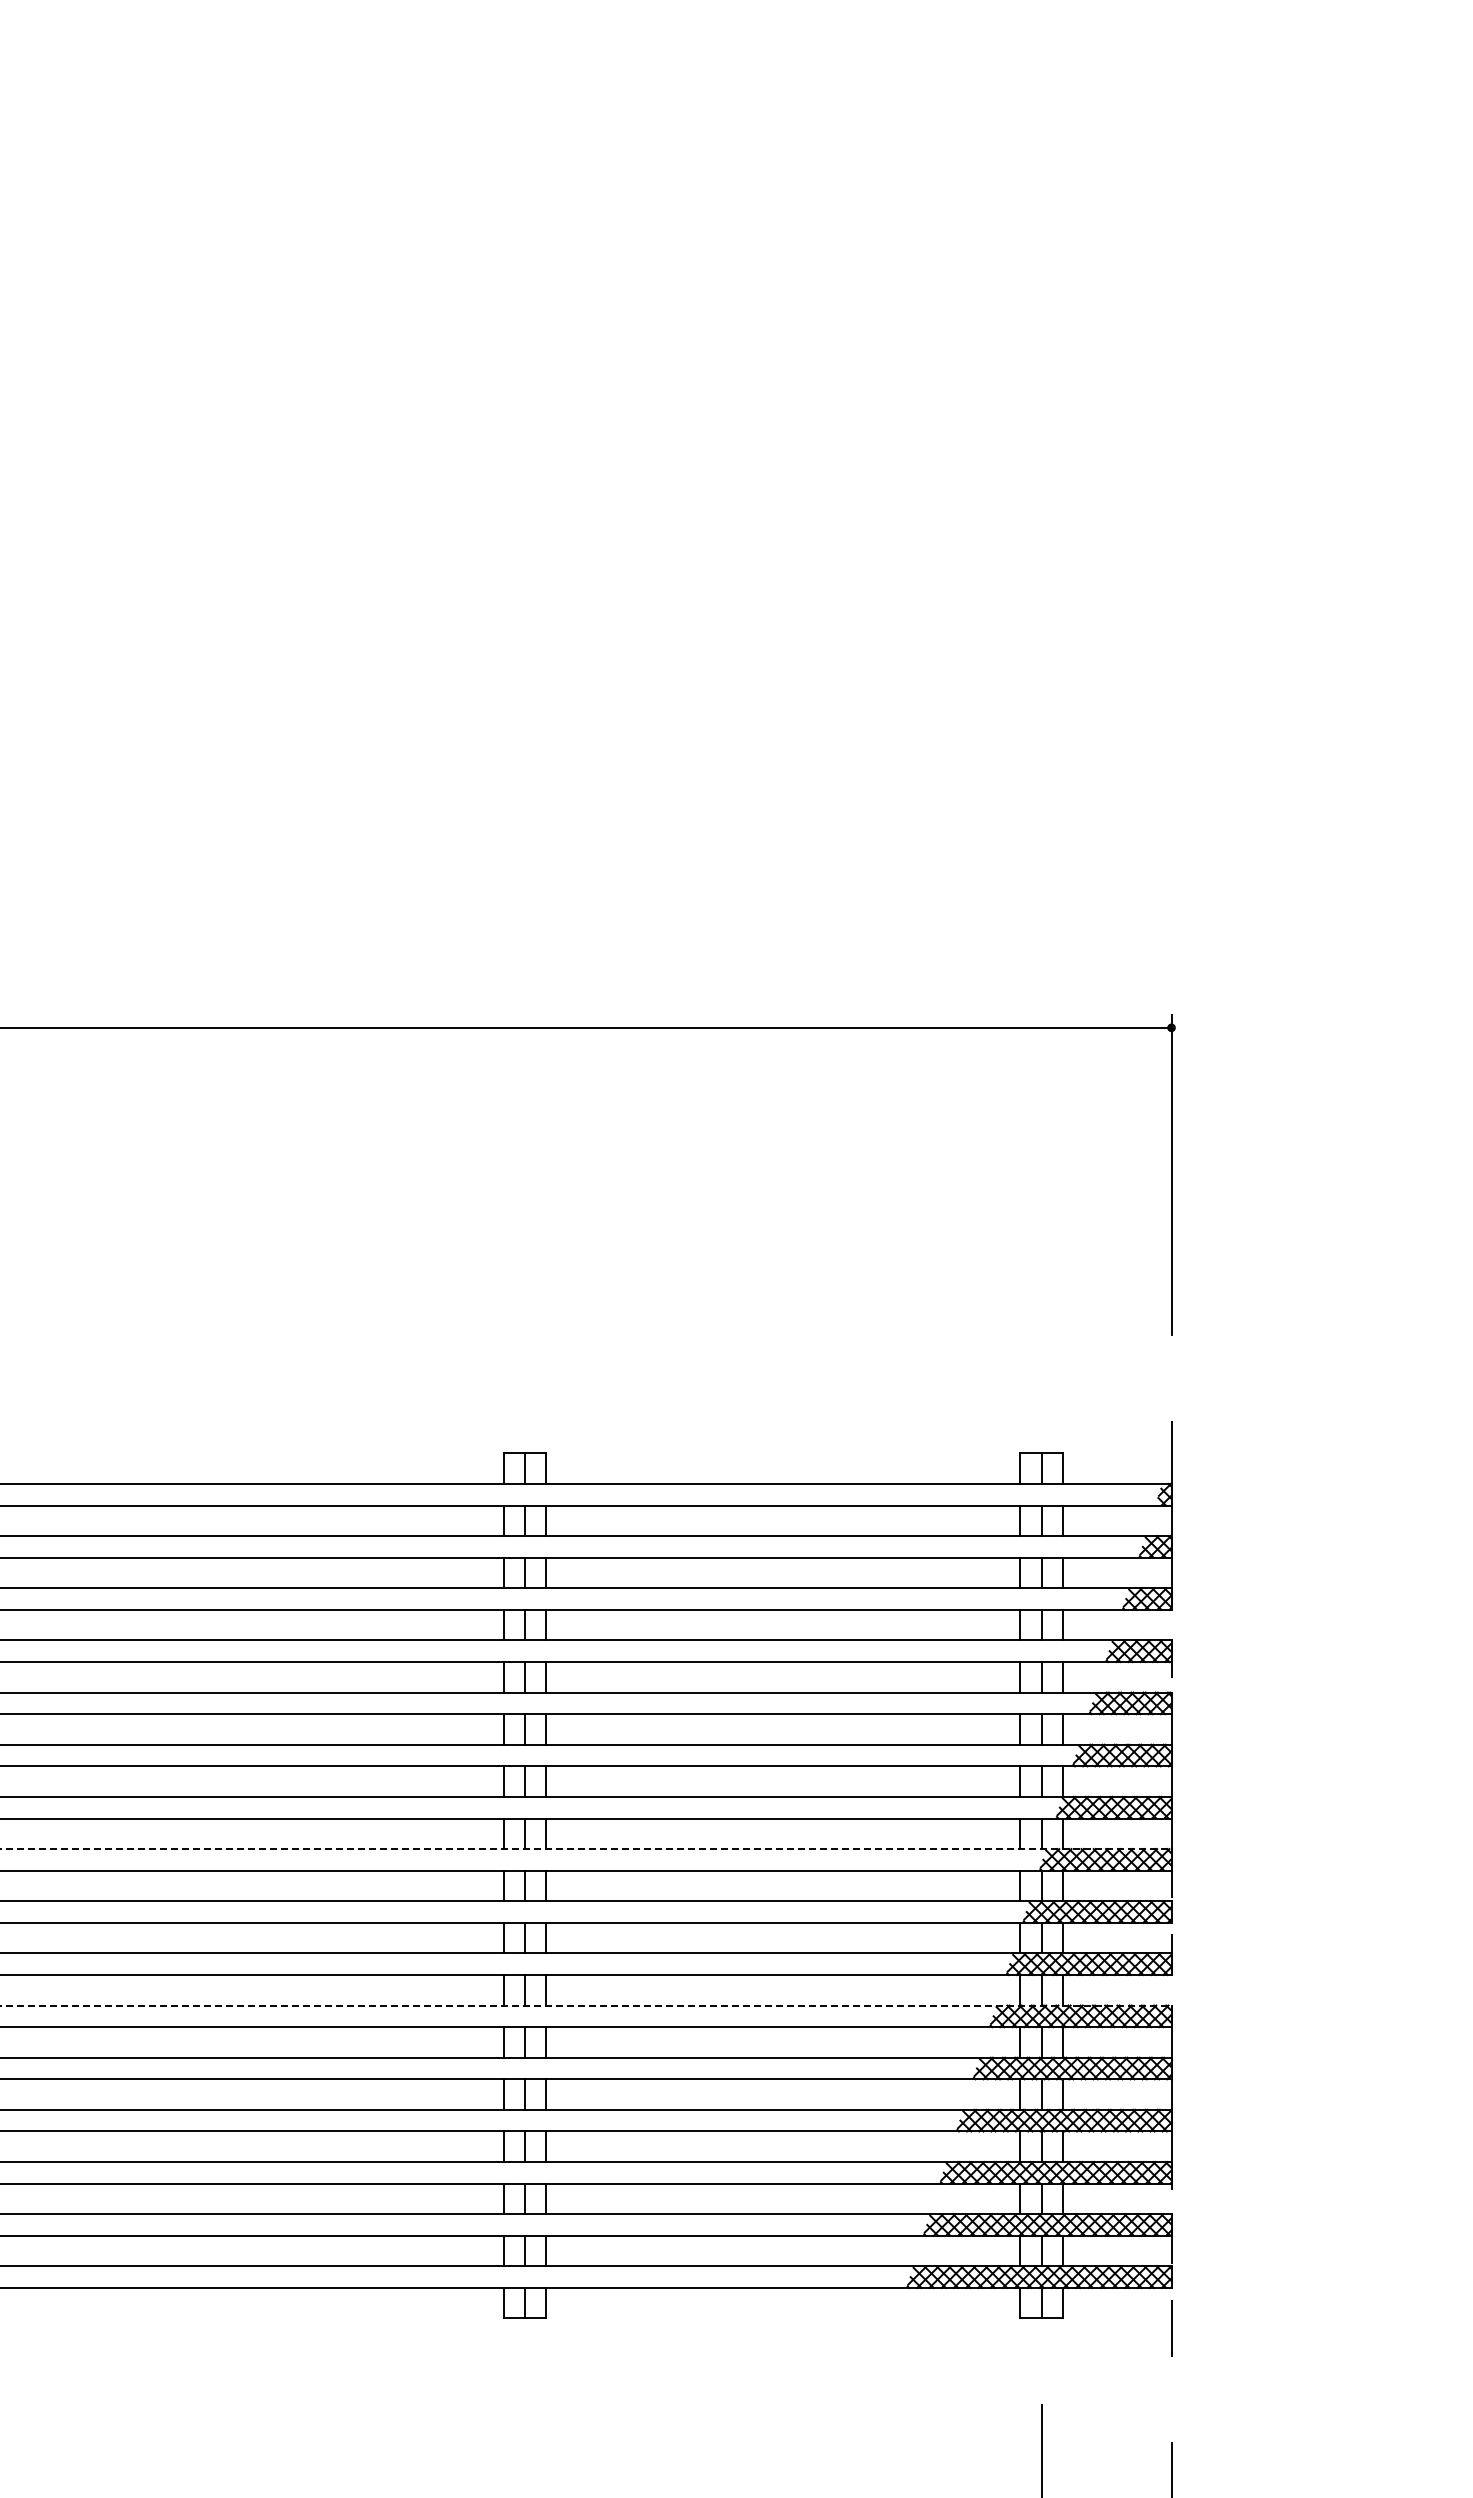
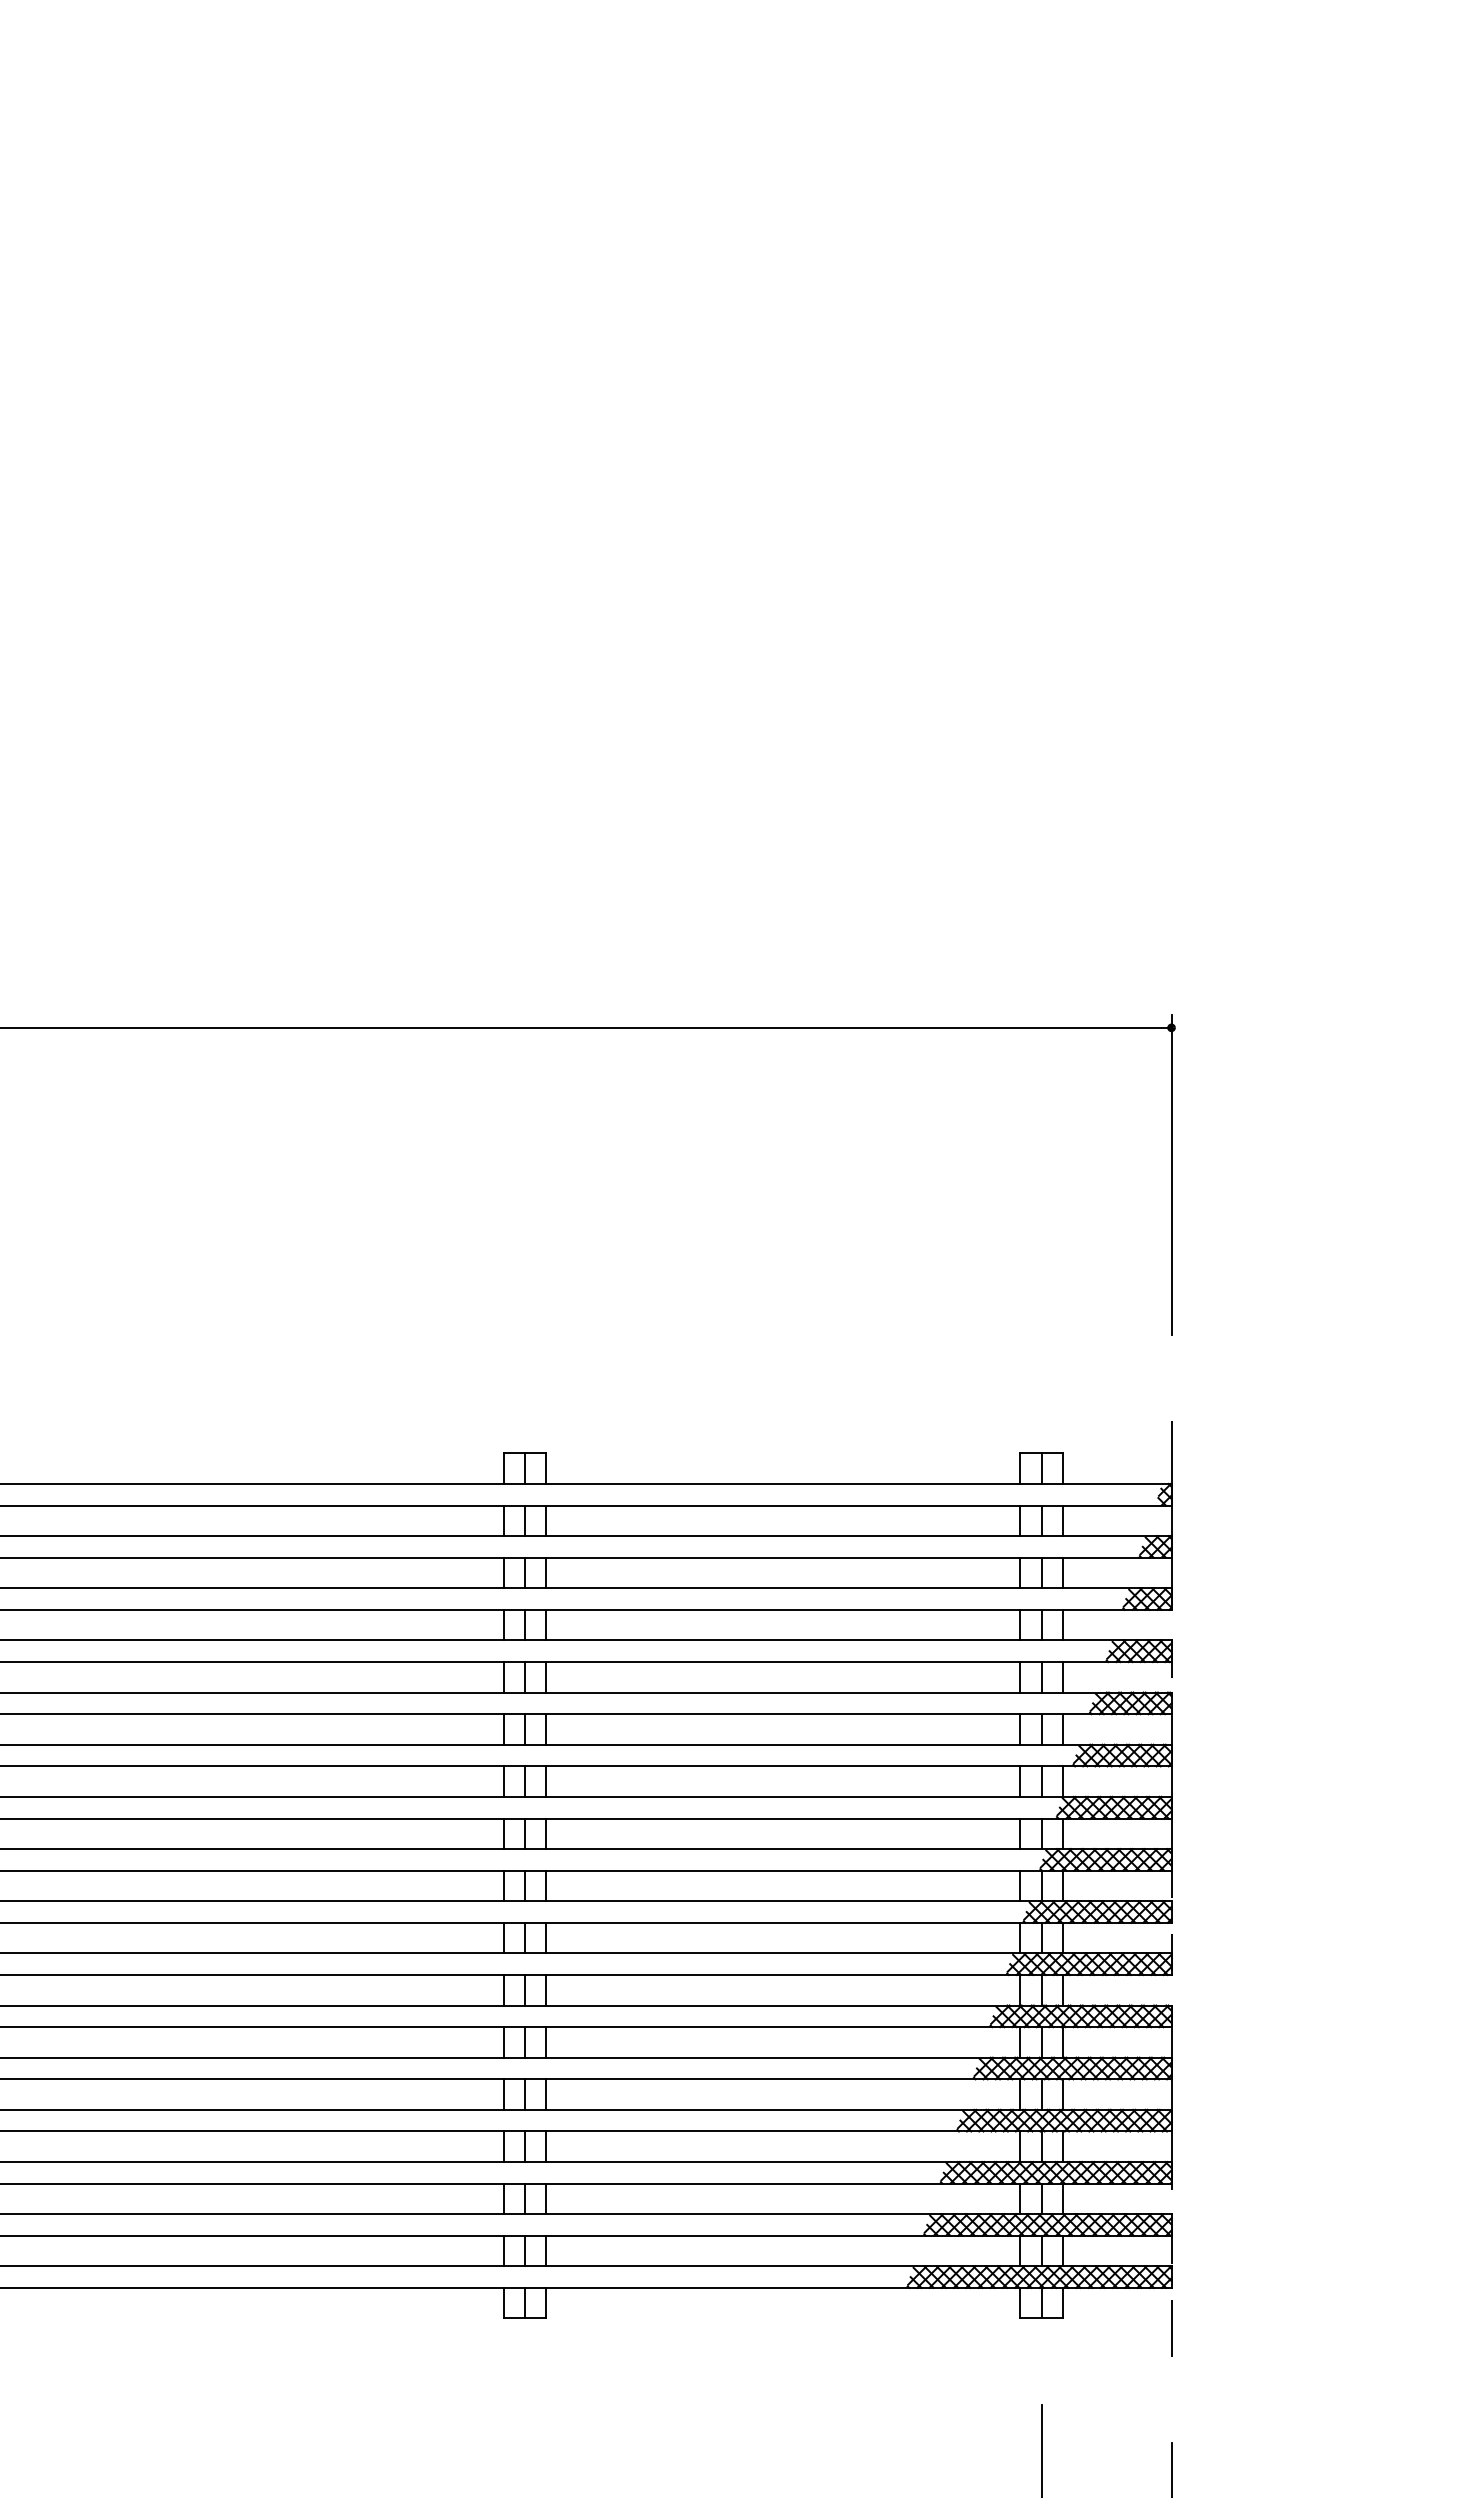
line at (586, 1849): dashed -> solid
line at (586, 2005): dashed -> solid
